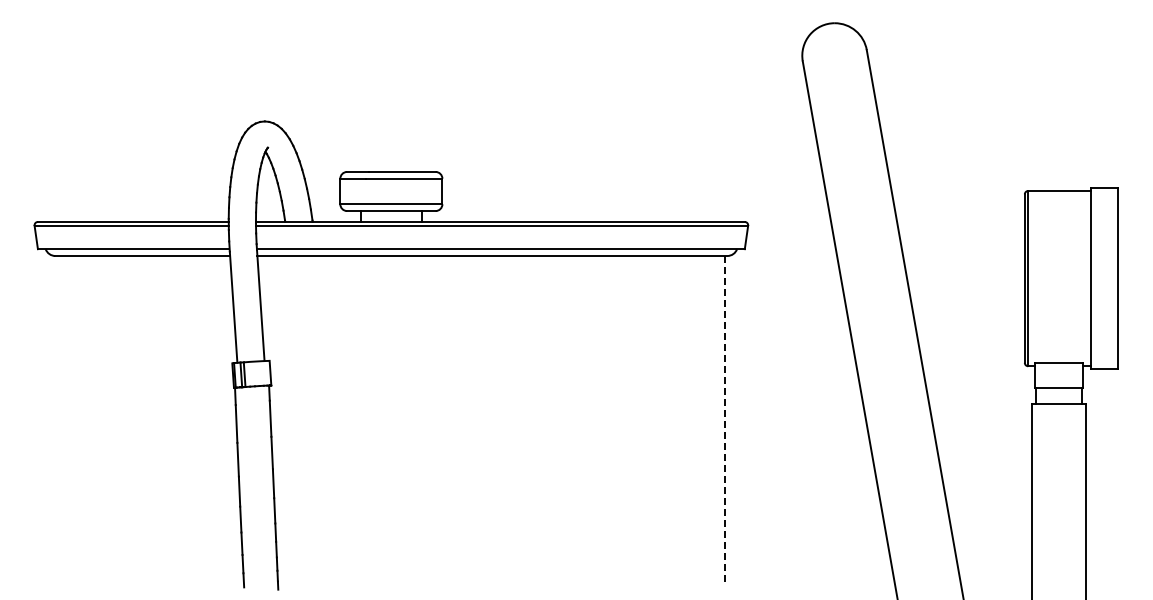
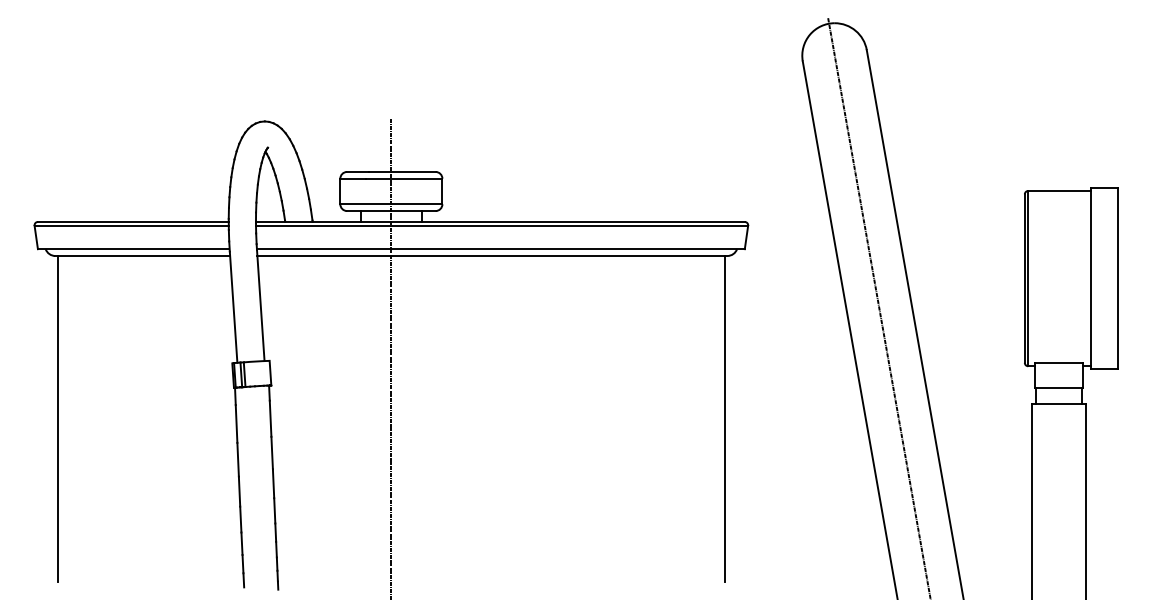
line at (879, 307): none -> present
line at (391, 357): none -> present
line at (57, 418): none -> present
line at (724, 418): dashed -> solid
